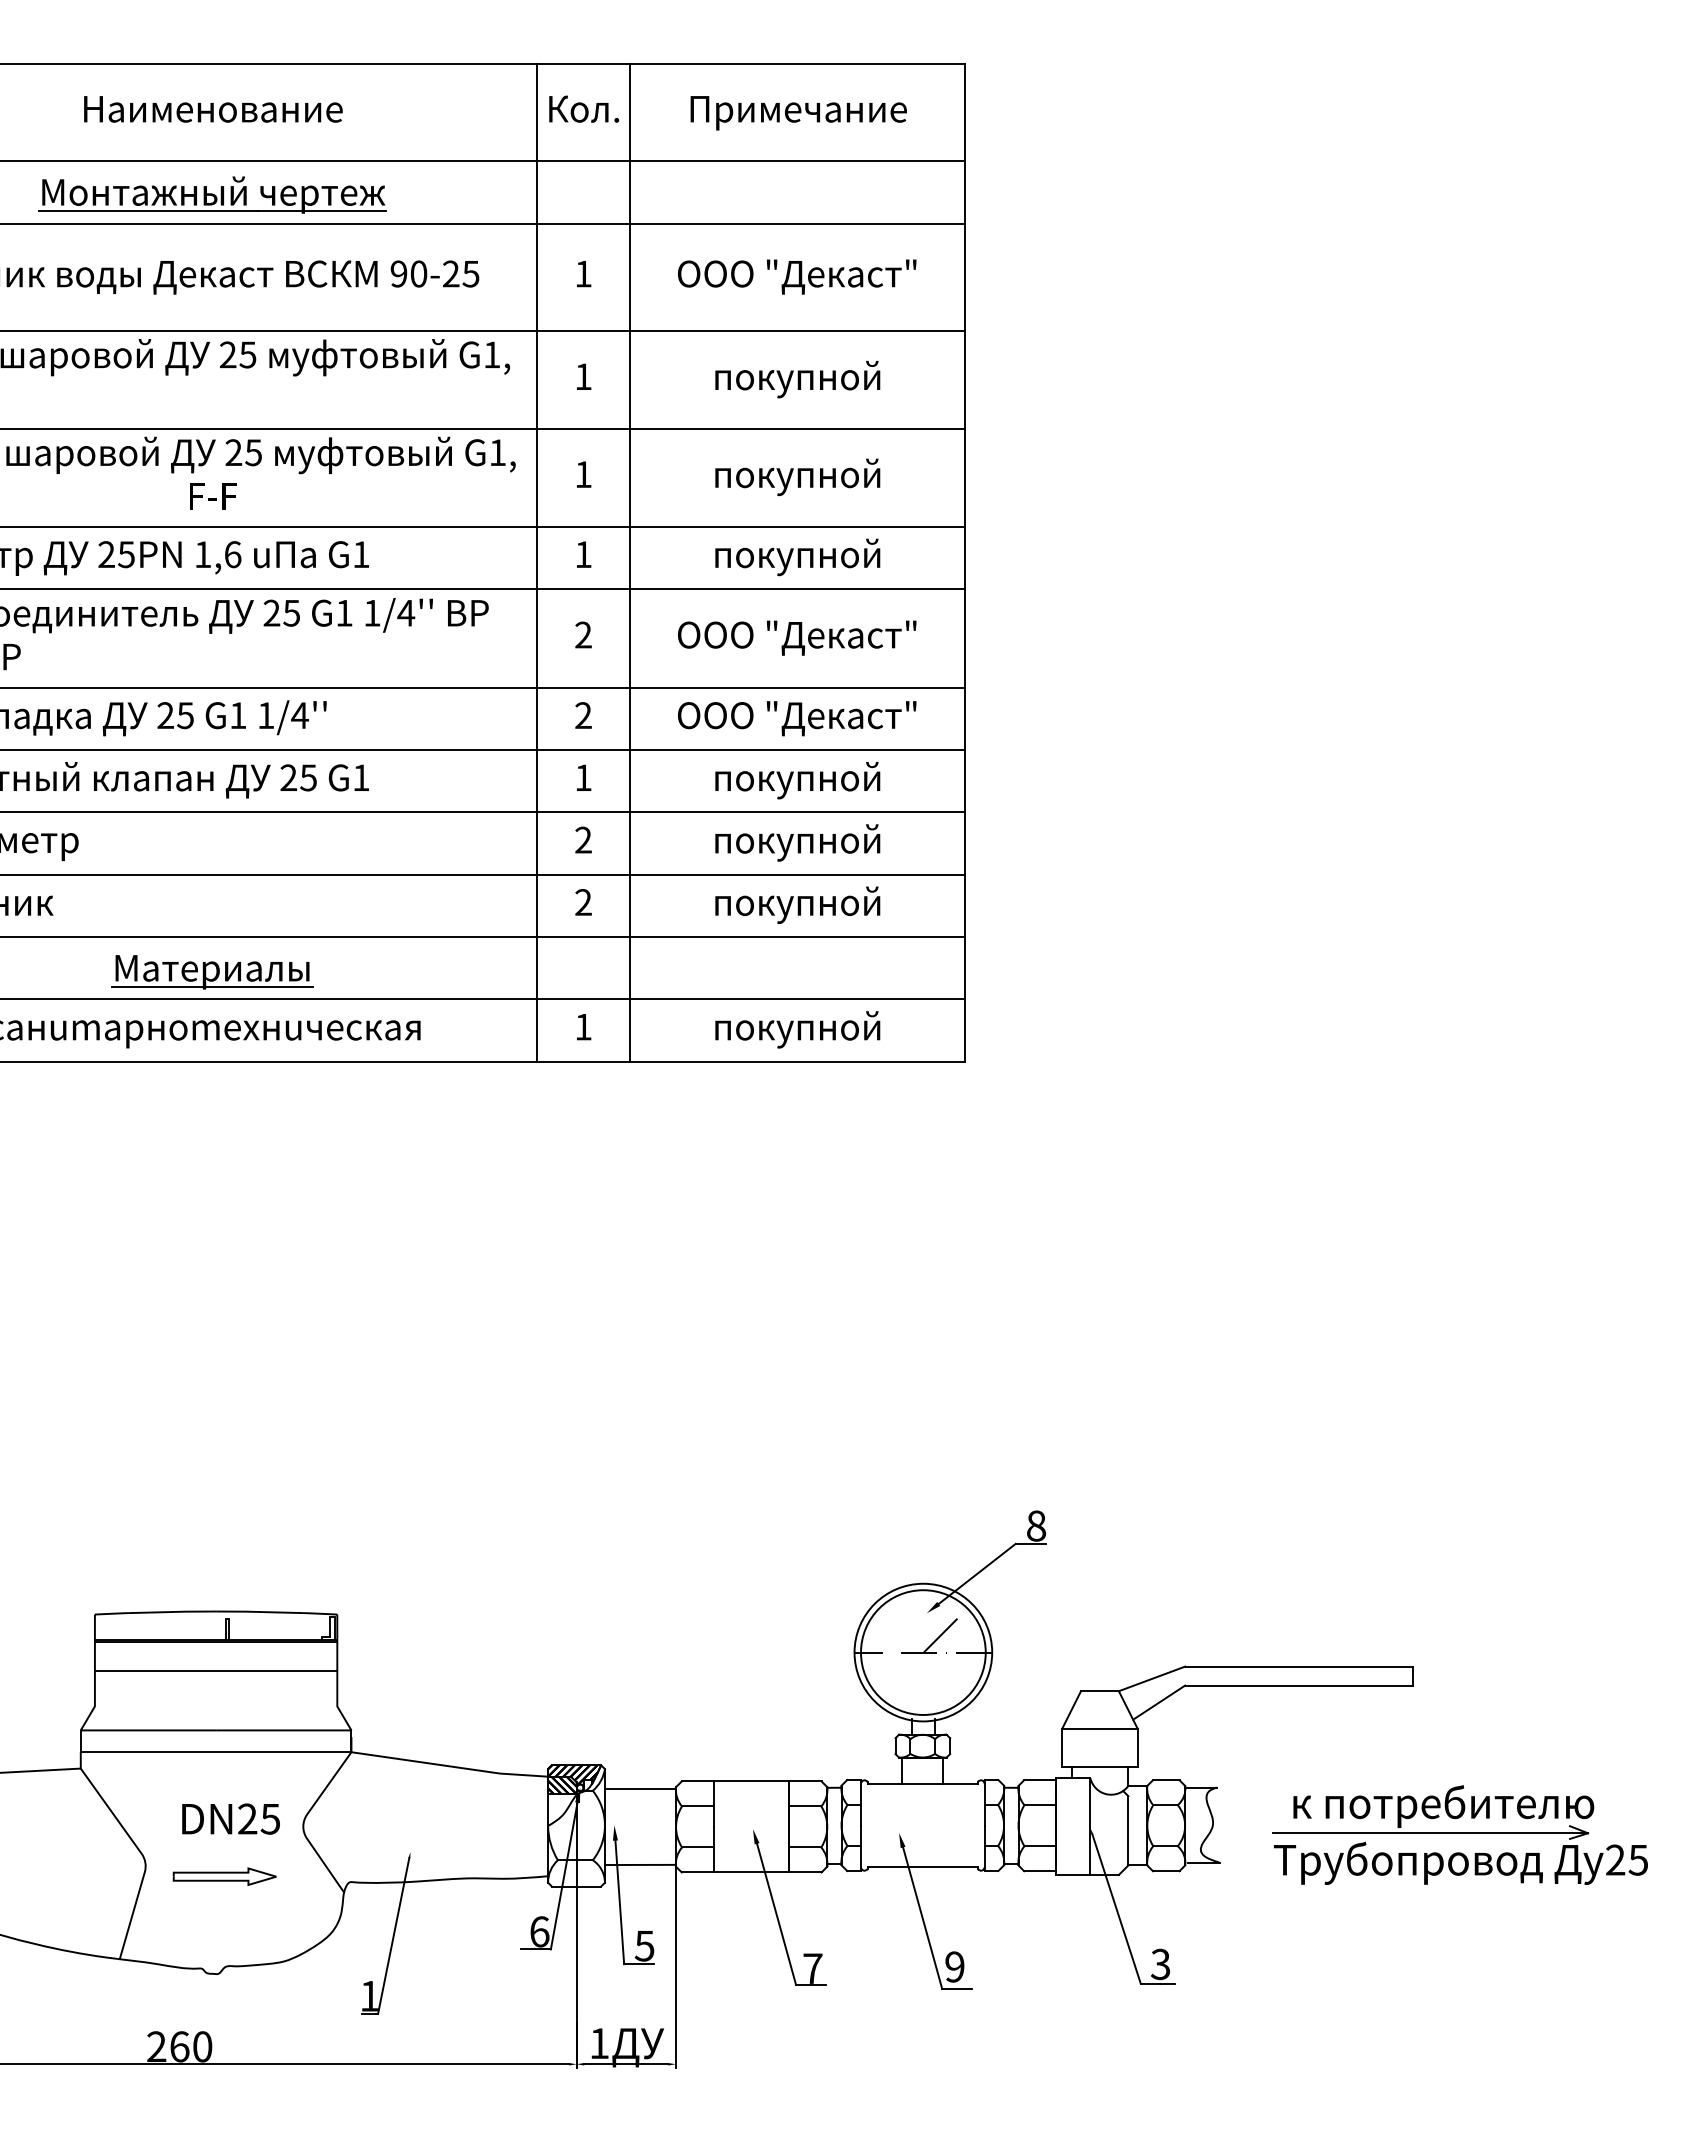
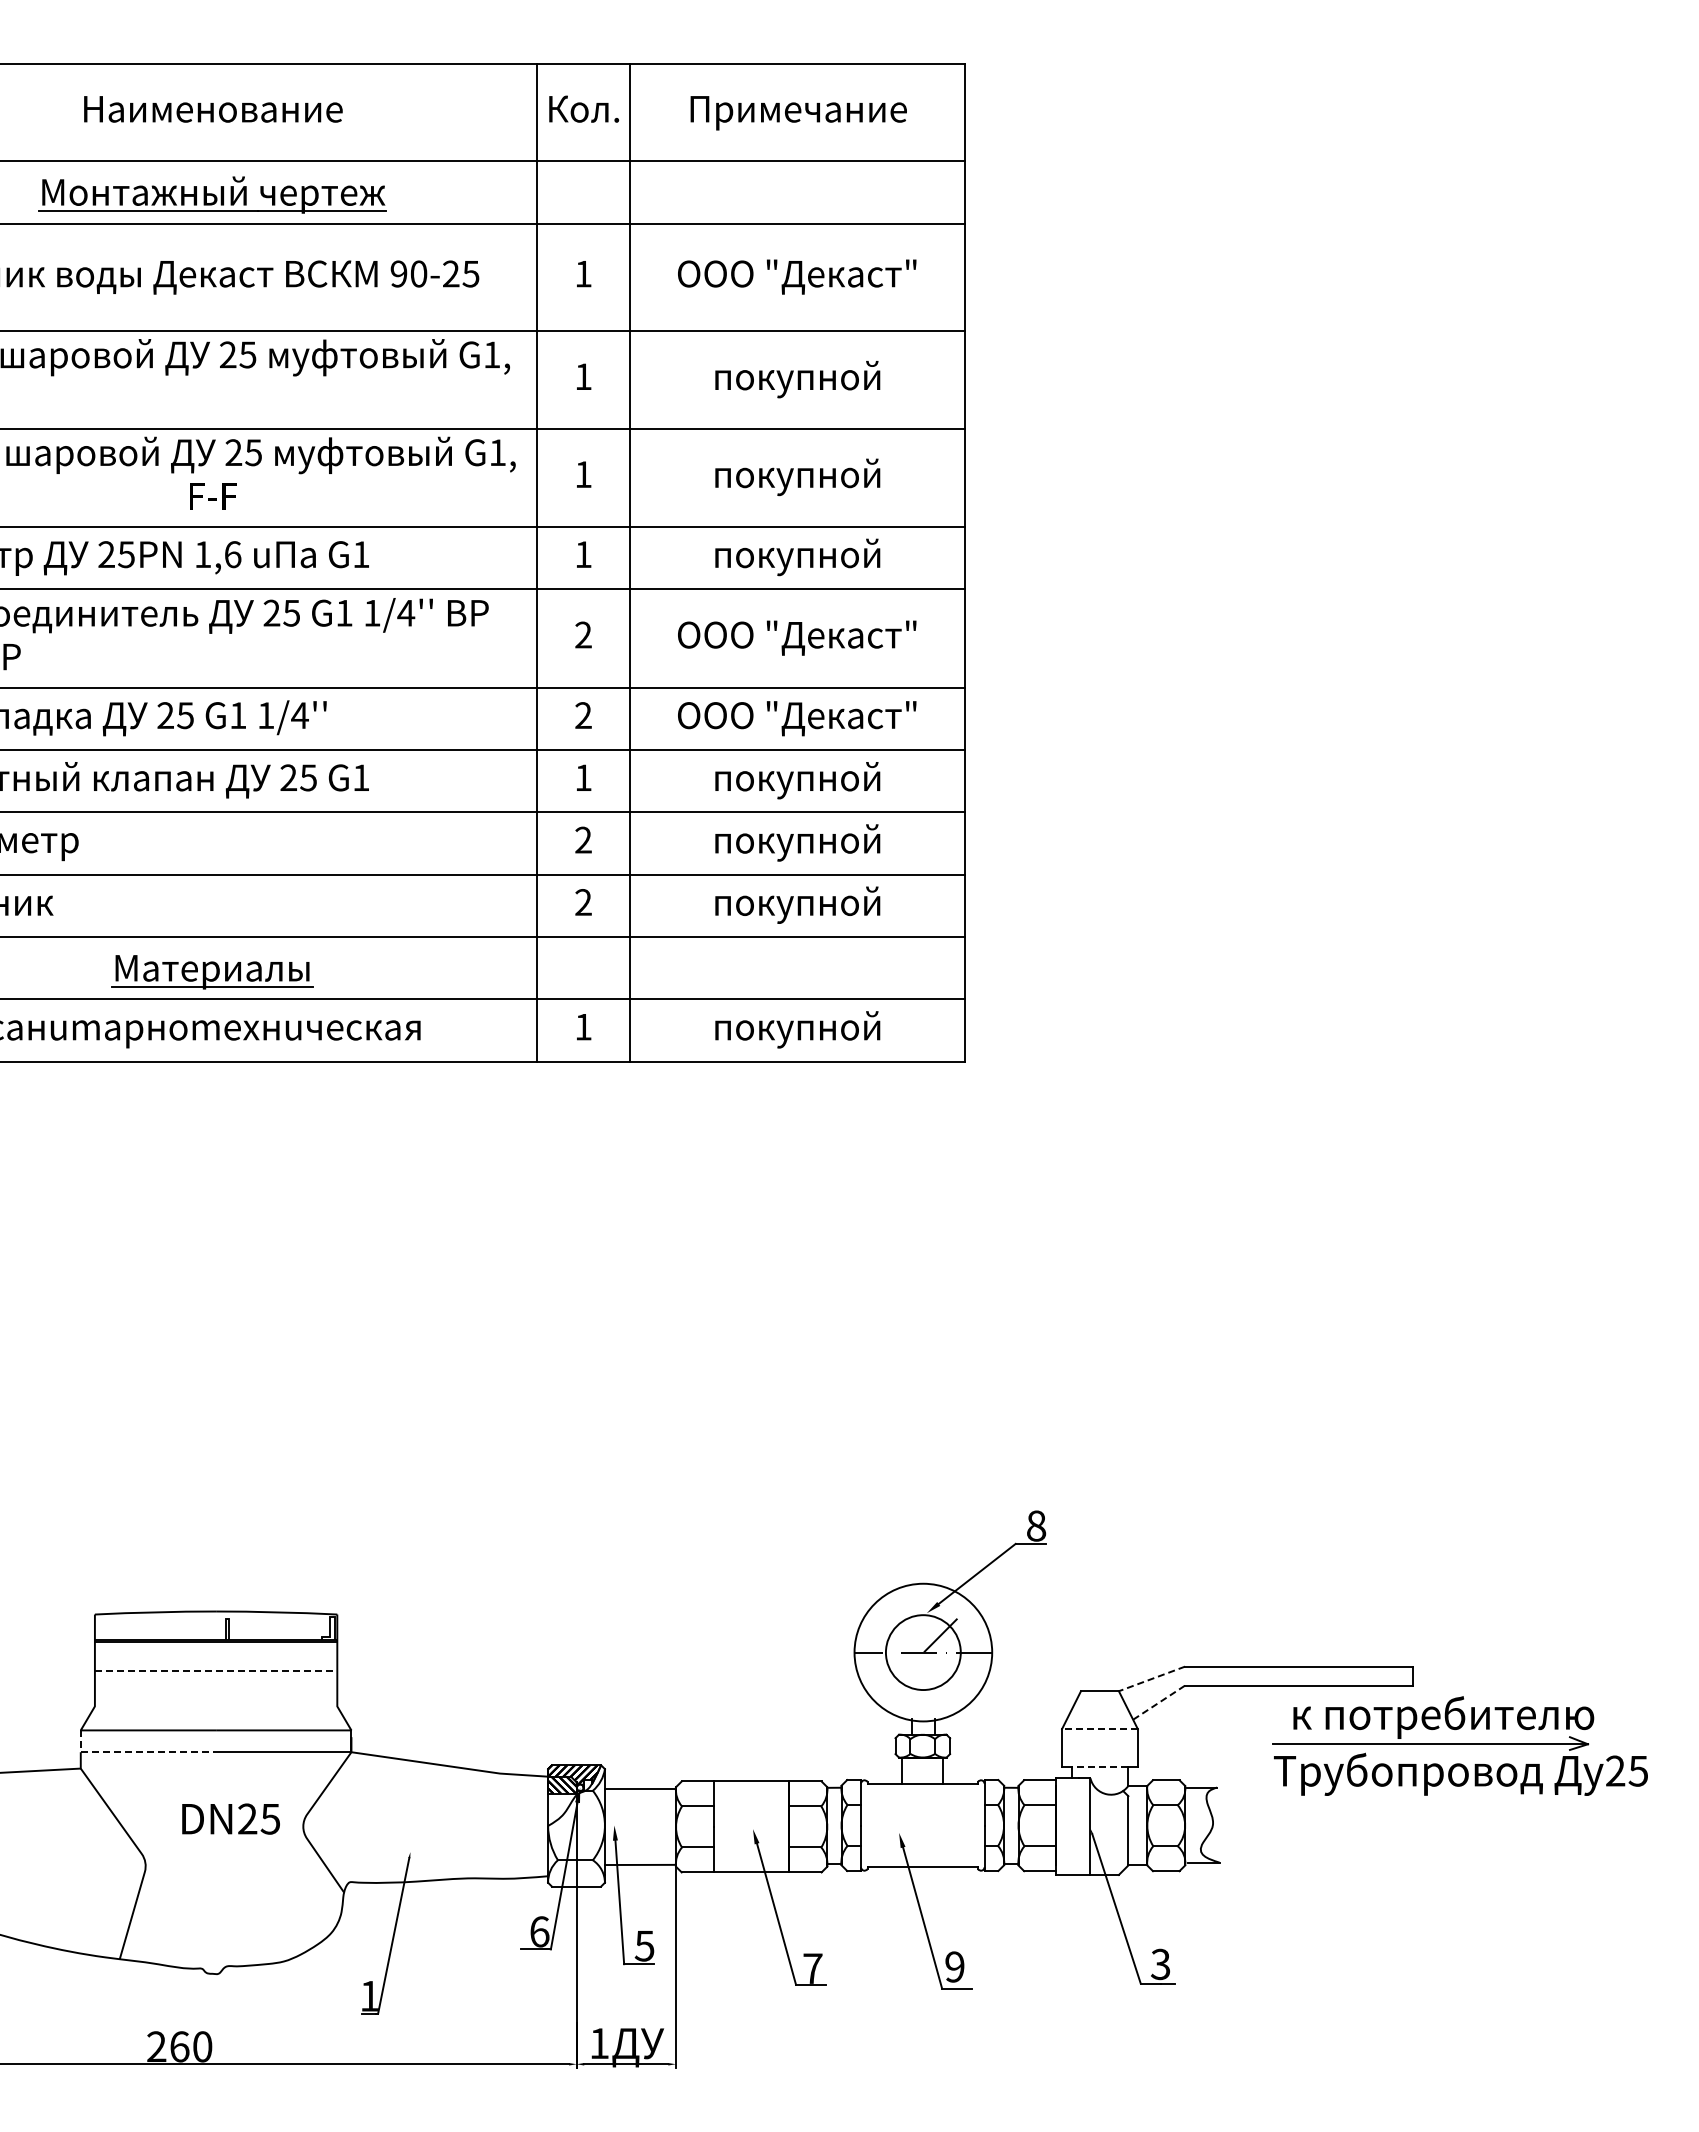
circle at (922, 1652) diameter: 125 px -> 75 px
line at (216, 1670): solid -> dashed
line at (1151, 1679): solid -> dashed
line at (1159, 1702): solid -> dashed
line at (1099, 1729): solid -> dashed
line at (137, 1752): solid -> dashed
line at (1099, 1766): solid -> dashed
part at (1459, 1834) position: (1459, 1834) -> (1459, 1745)
part at (224, 1876): present -> none
